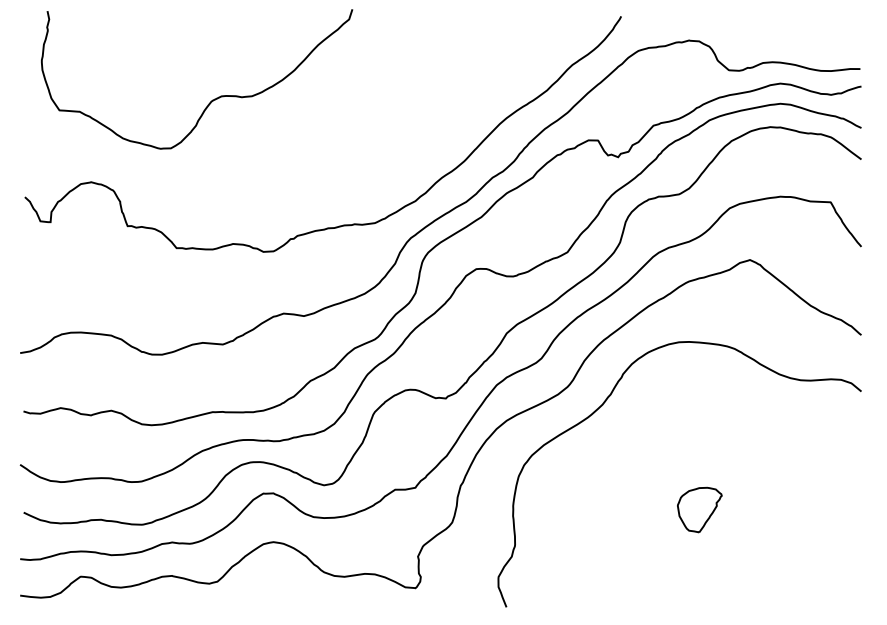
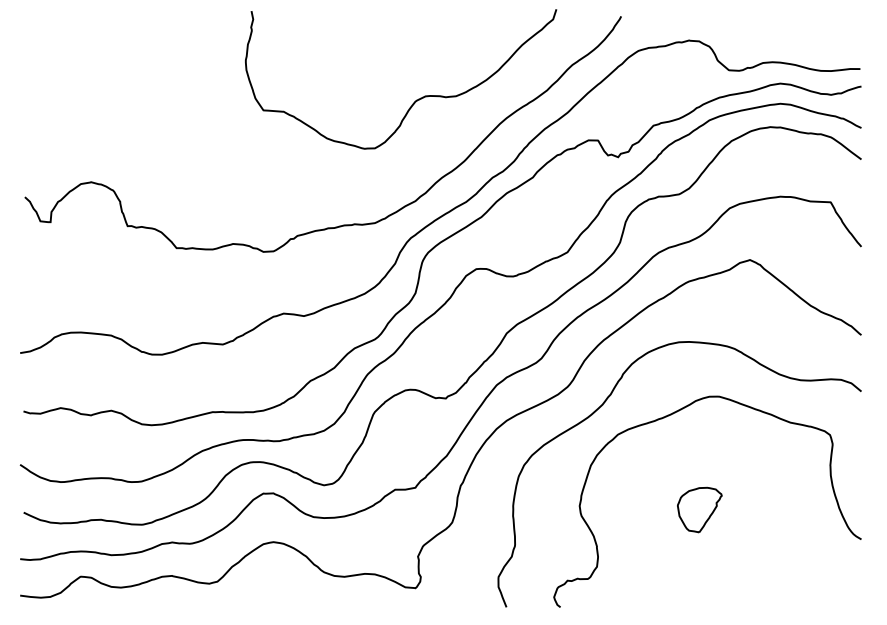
curve at (212, 99) position: (212, 99) -> (416, 99)
curve at (669, 416): none -> present
